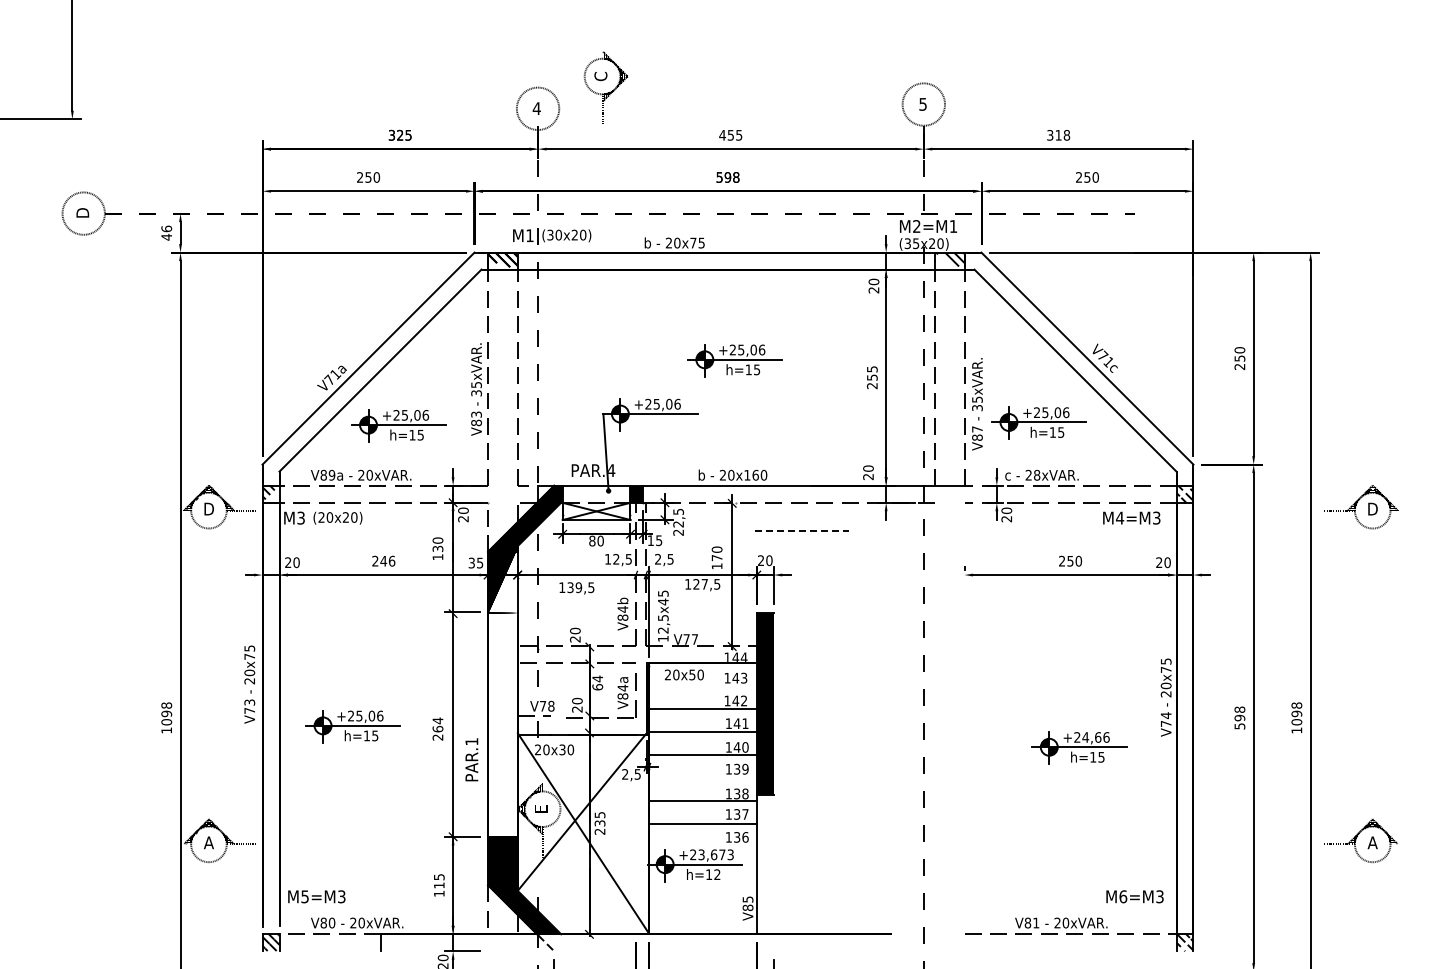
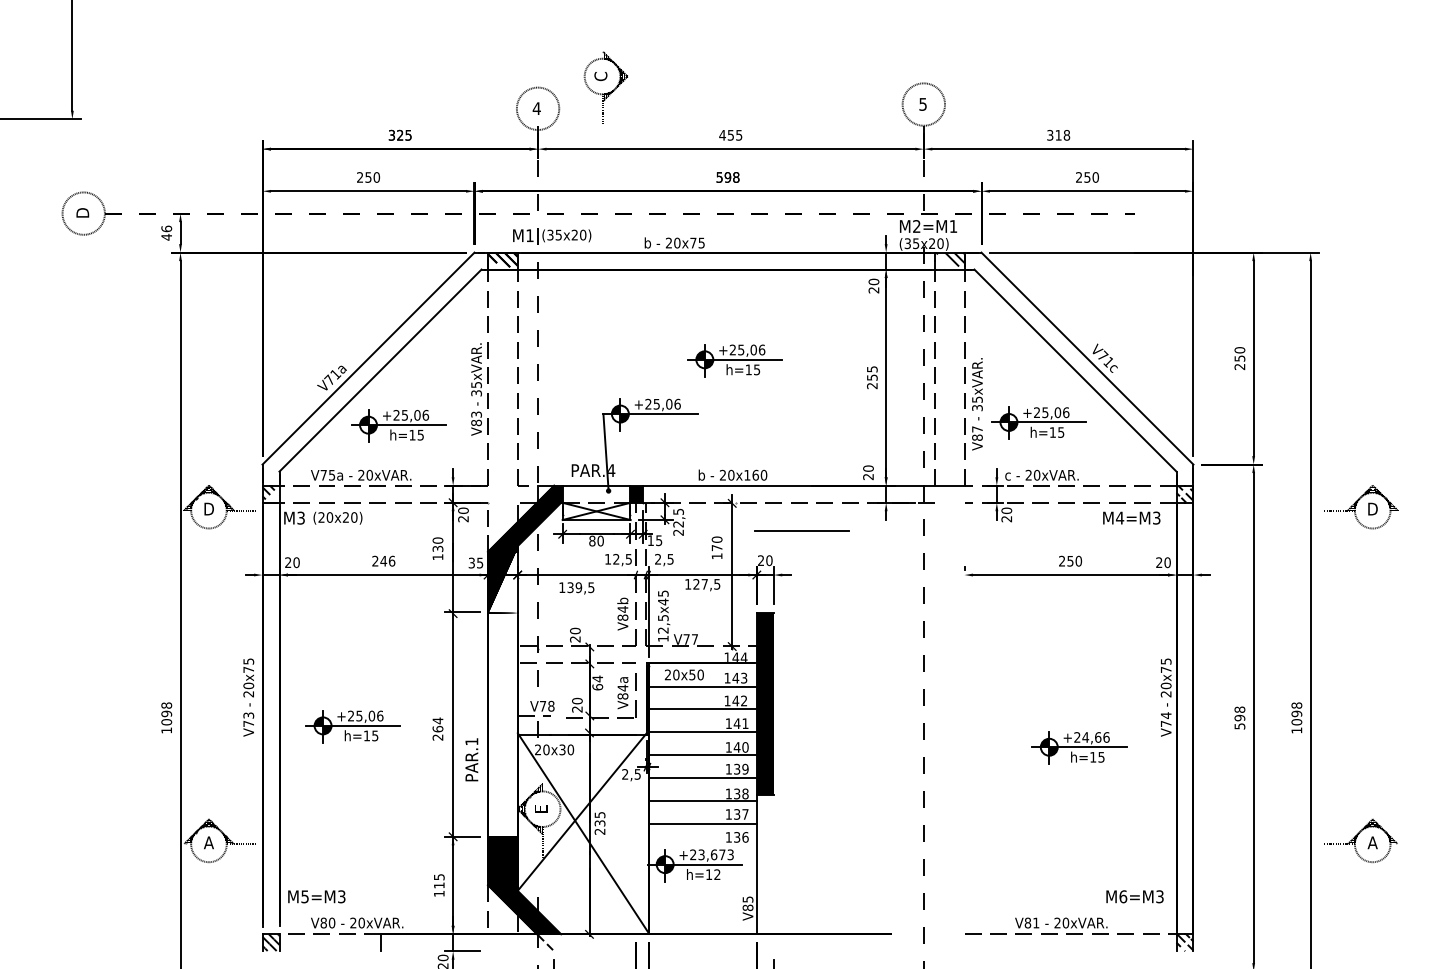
text at (558, 234): (30x20) -> (35x20)
text at (327, 474): V89a -> V75a
text at (1036, 475): 28xVAR. -> 20xVAR.
line at (802, 530): dashed -> solid
text at (716, 557) position: (716, 557) -> (716, 547)
text at (249, 684) position: (249, 684) -> (248, 697)
line at (702, 686): none -> present
line at (702, 778): none -> present
